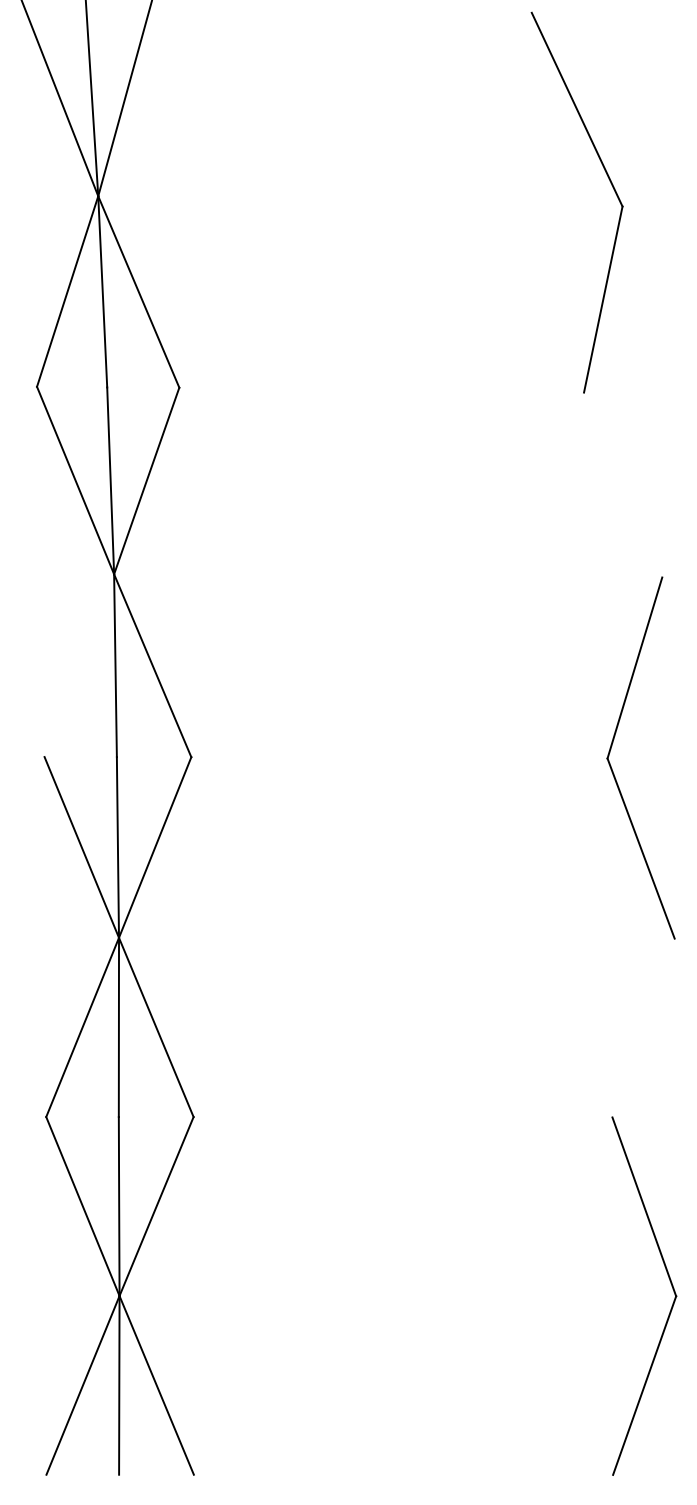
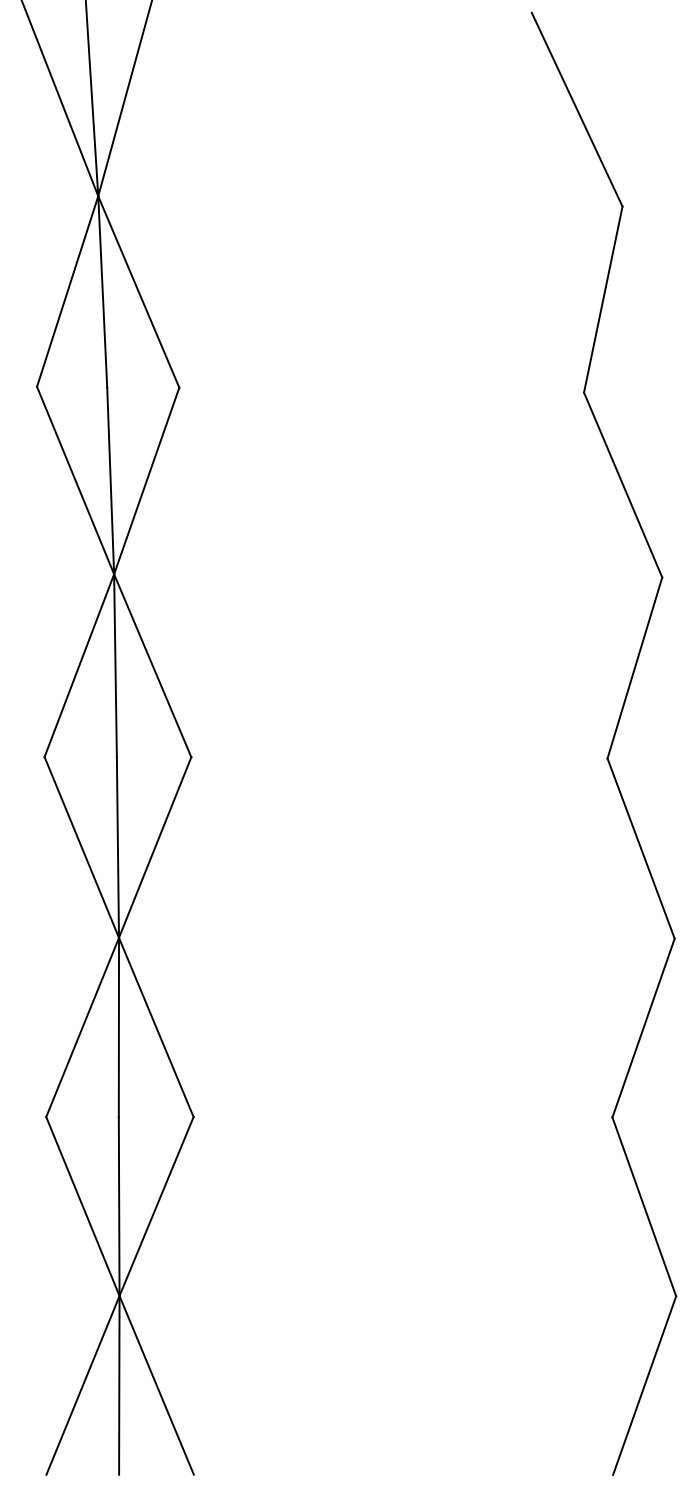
line at (623, 484): none -> present
line at (79, 665): none -> present
line at (643, 1027): none -> present
